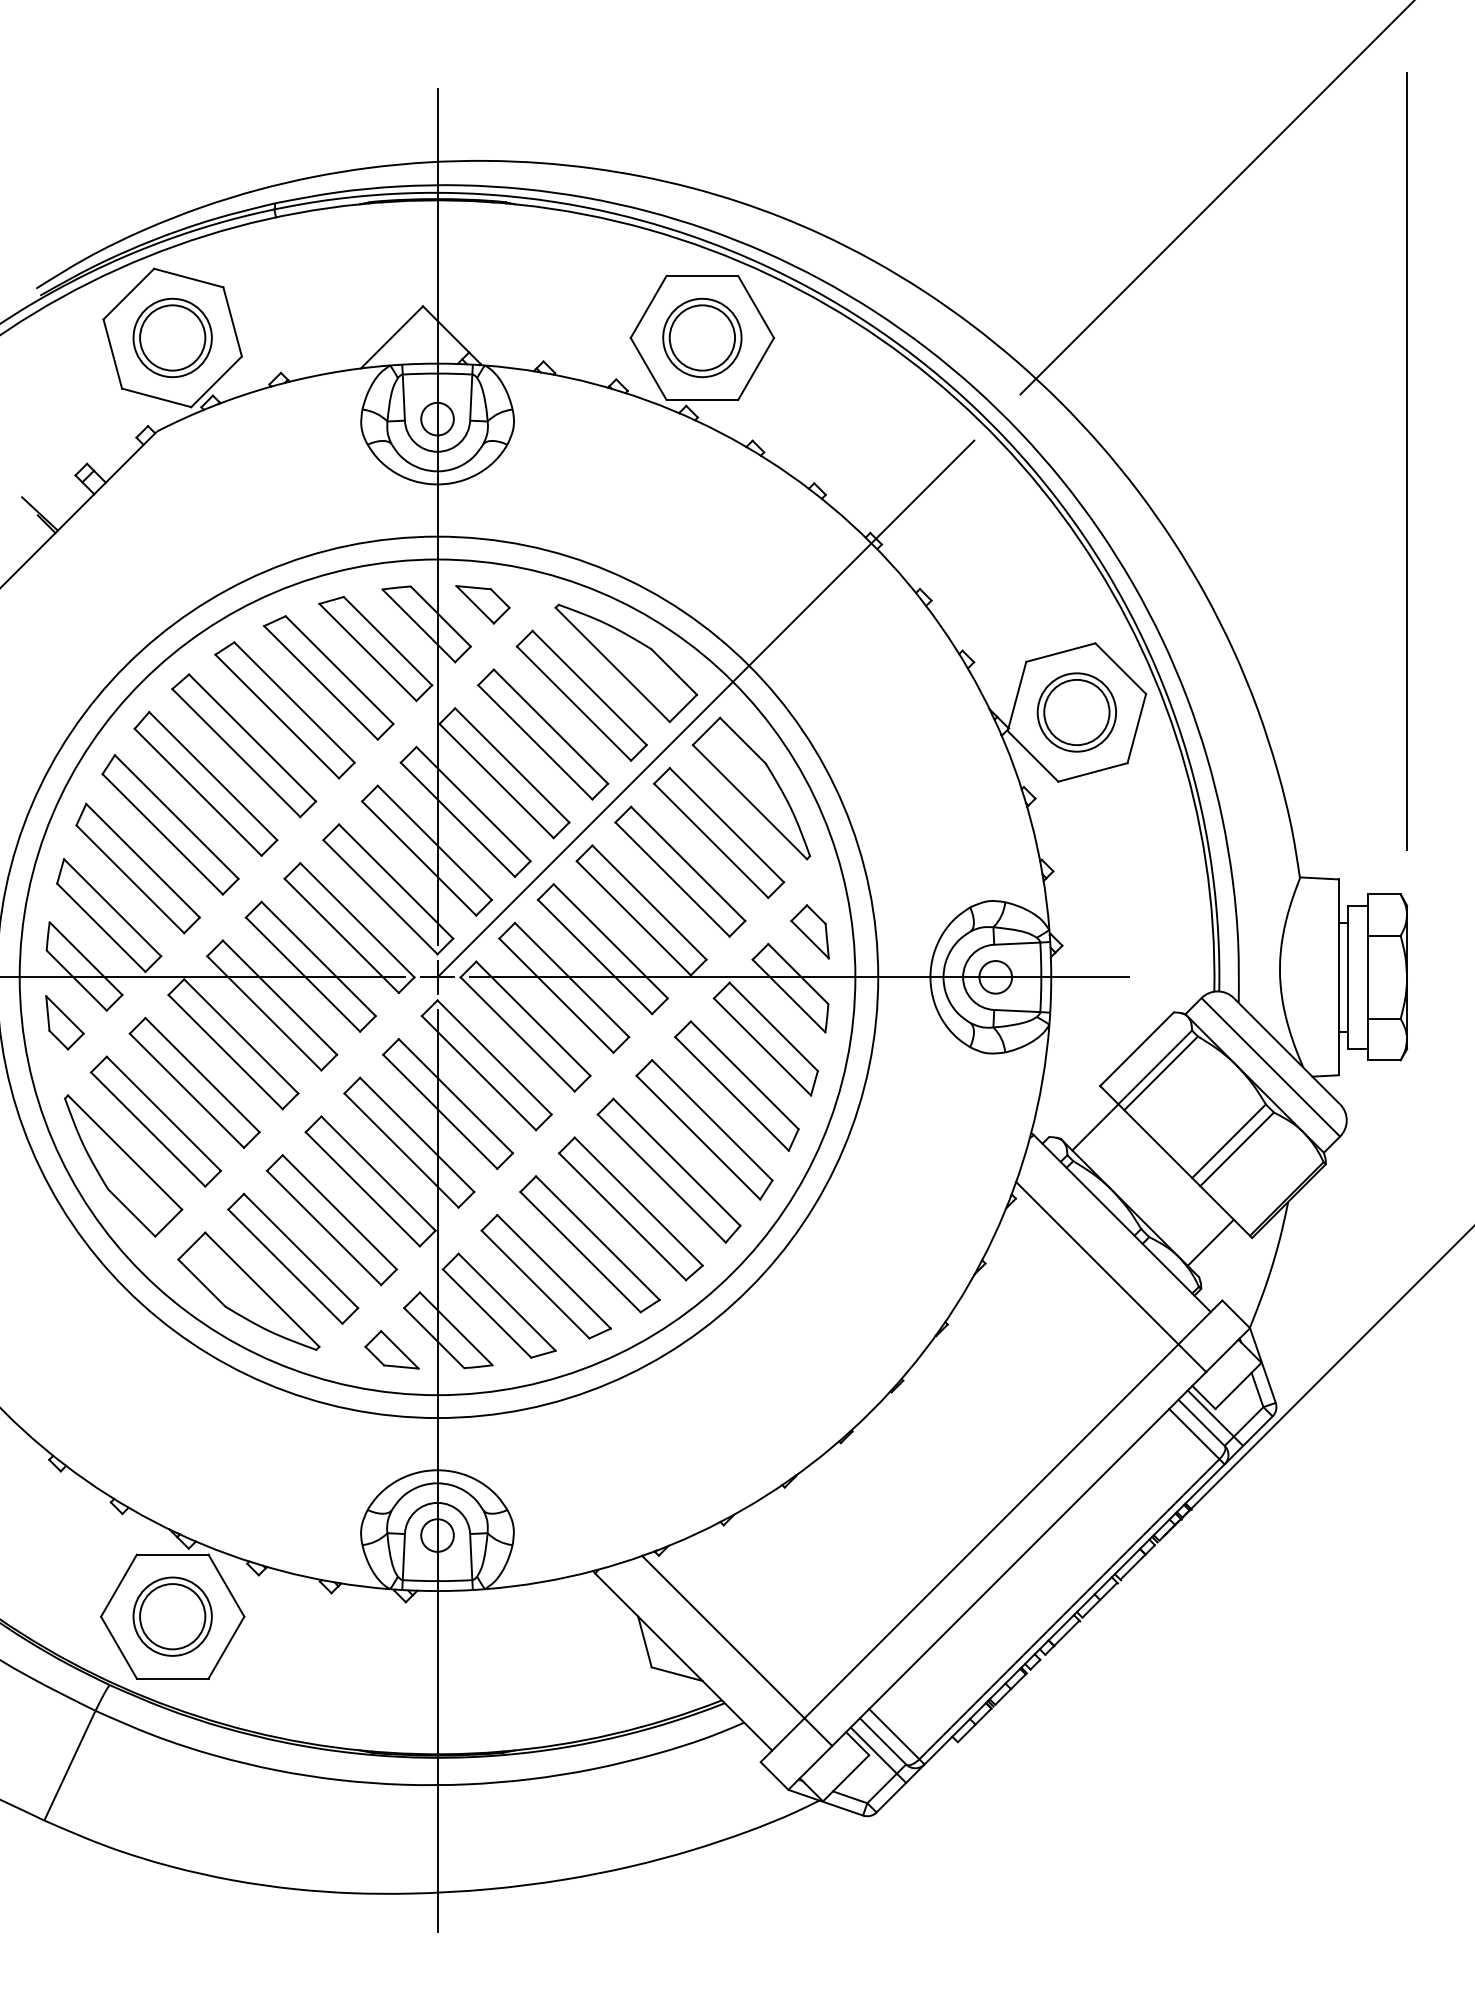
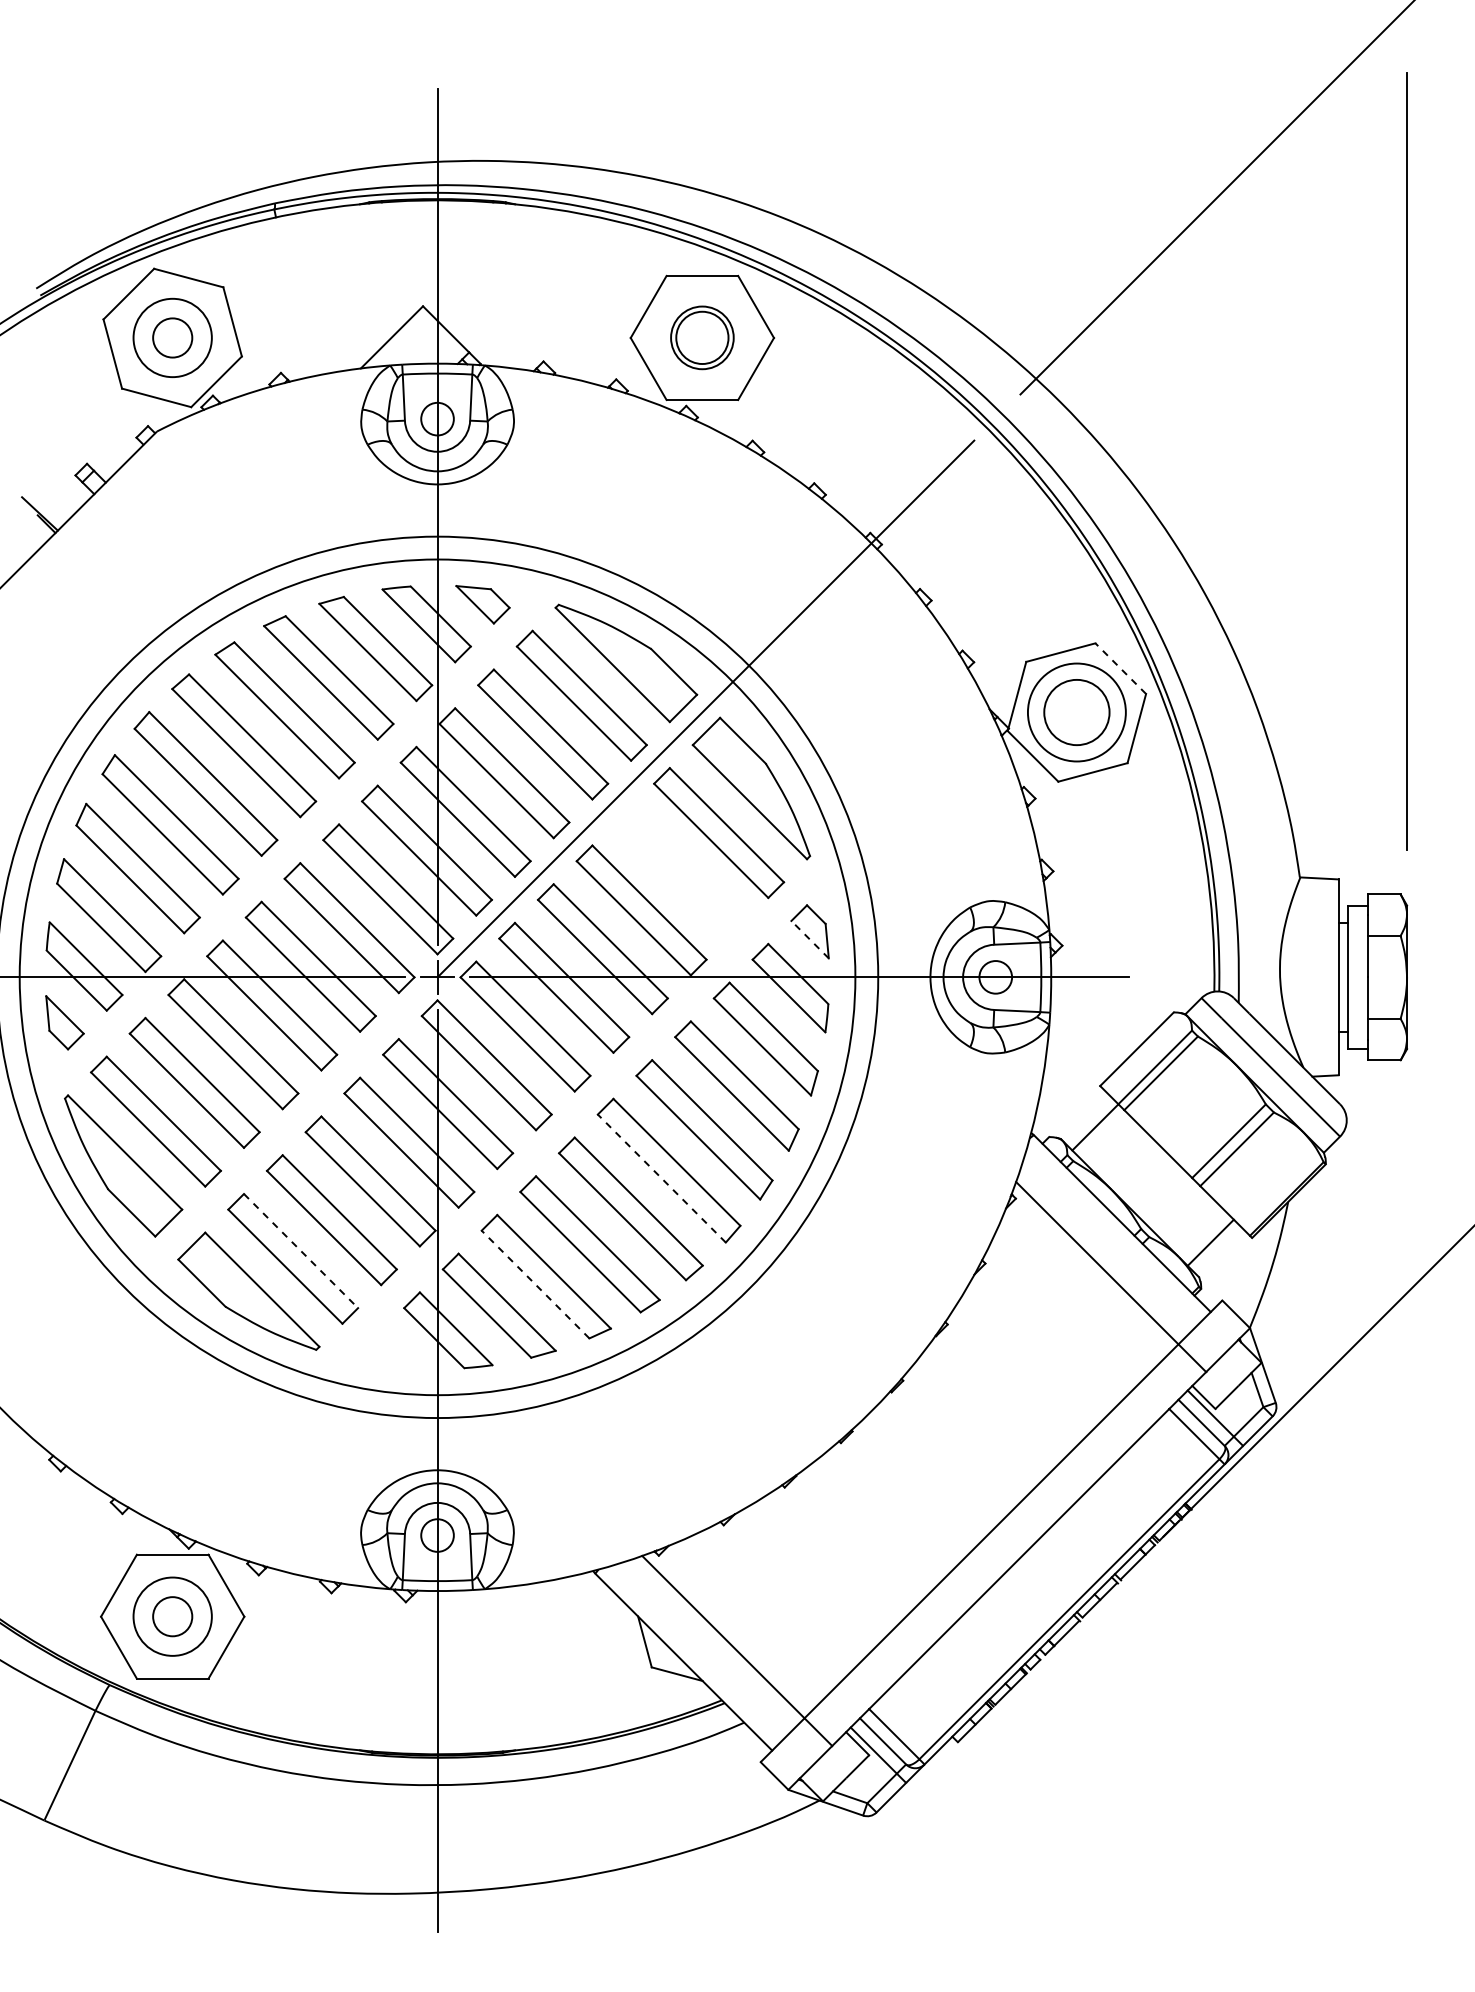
circle at (172, 337) diameter: 65 px -> 39 px
part at (702, 337) size: 81x81 px -> 65x66 px
line at (1120, 668): solid -> dashed
circle at (1076, 712) diameter: 78 px -> 98 px
part at (680, 871): present -> none
line at (809, 939): solid -> dashed
line at (661, 1178): solid -> dashed
line at (301, 1251): solid -> dashed
line at (535, 1284): solid -> dashed
part at (391, 1349): present -> none
circle at (172, 1616) diameter: 65 px -> 39 px
